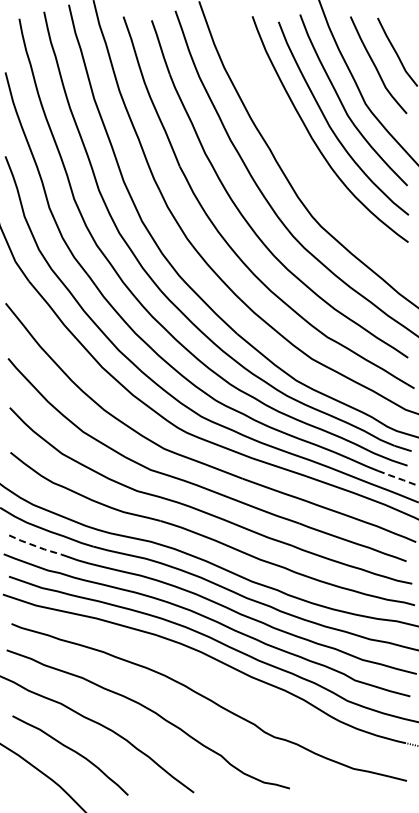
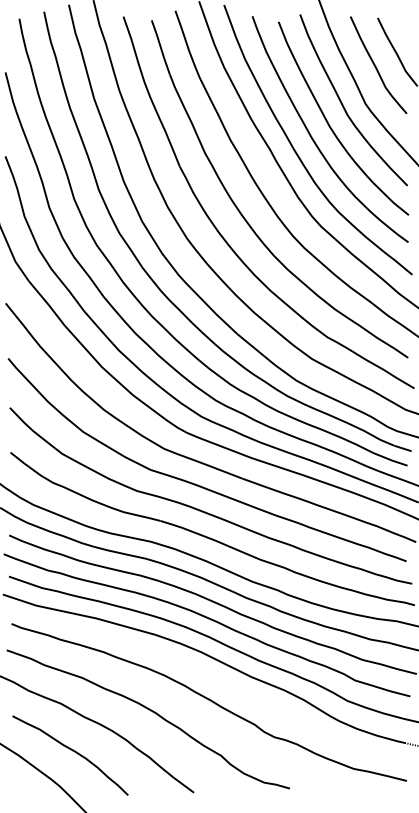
curve at (295, 149): none -> present
line at (397, 478): dashed -> solid
line at (35, 545): dashed -> solid
